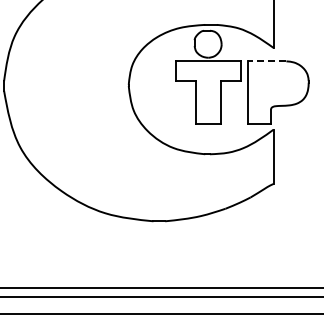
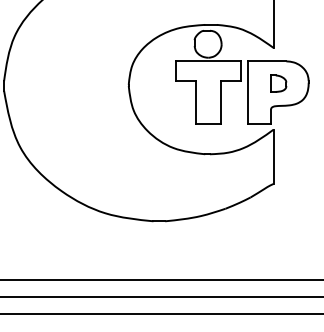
line at (266, 61): dashed -> solid
part at (278, 83): none -> present
line at (161, 287) position: (161, 287) -> (161, 279)
